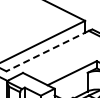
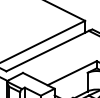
line at (47, 51): dashed -> solid
